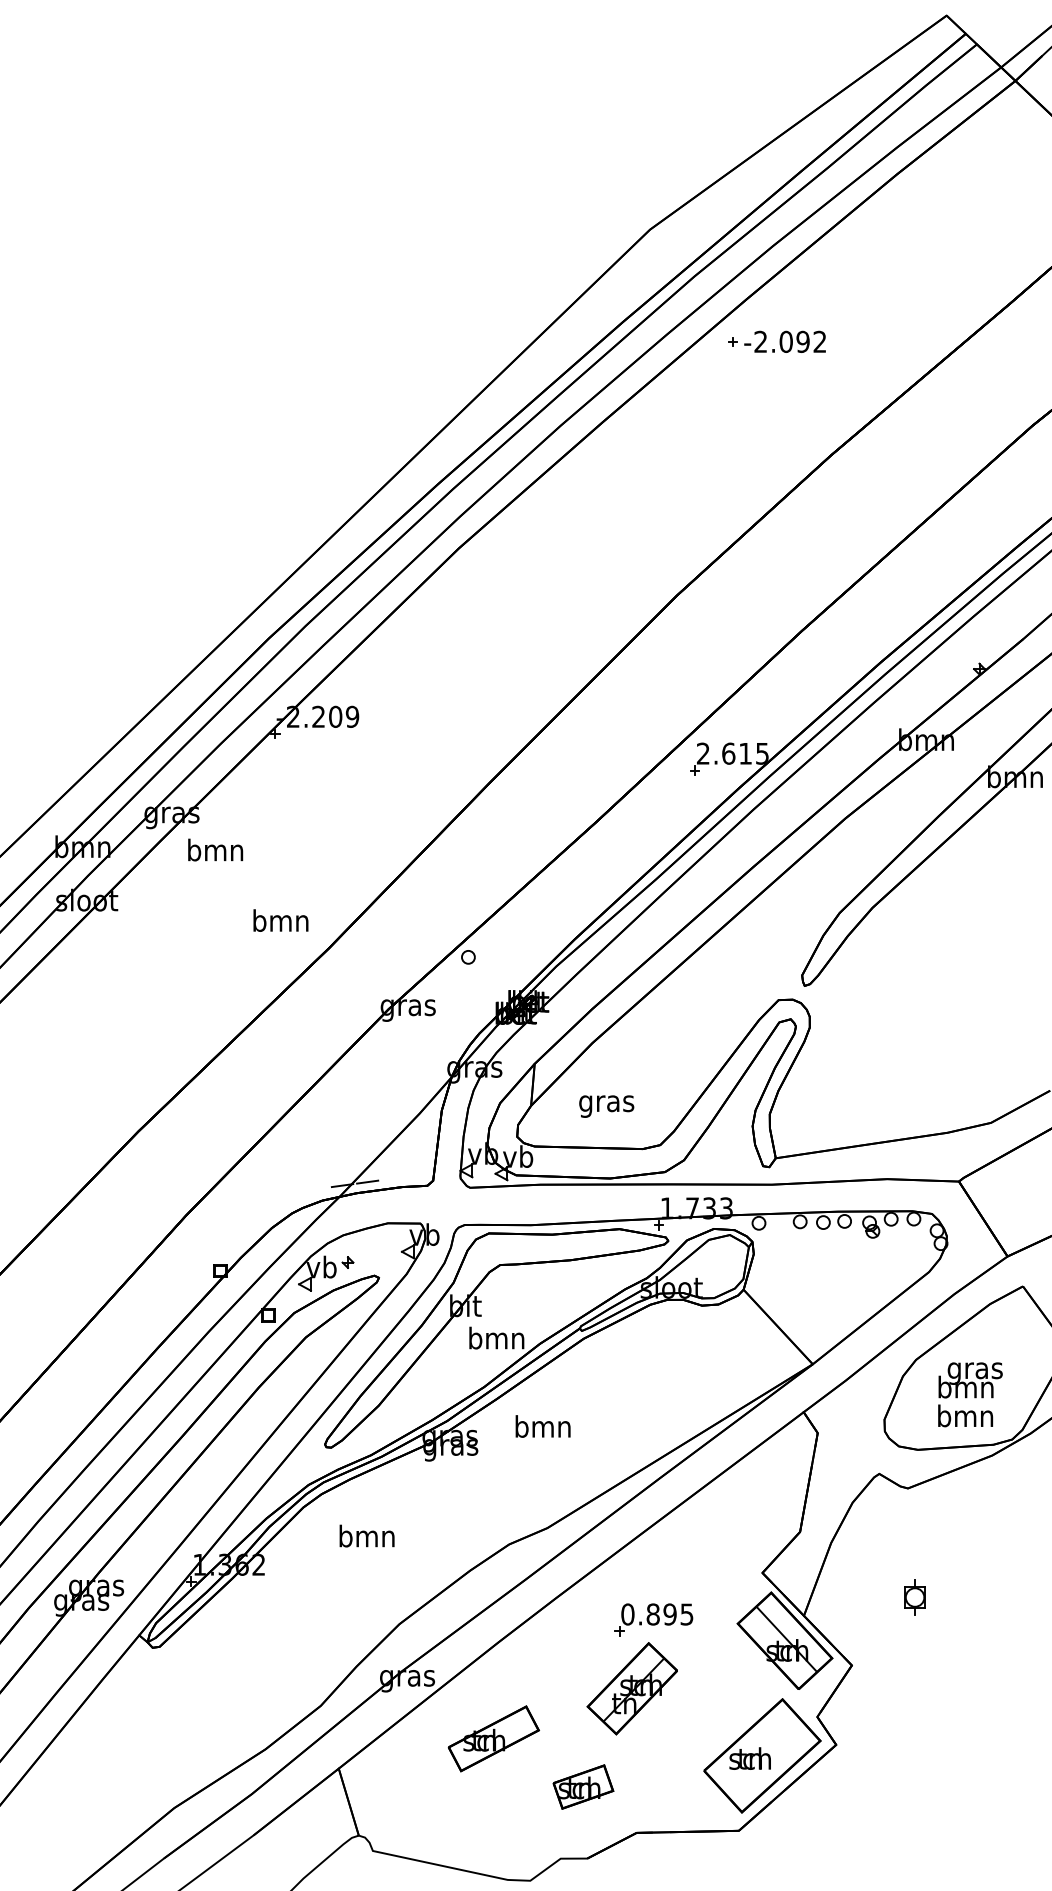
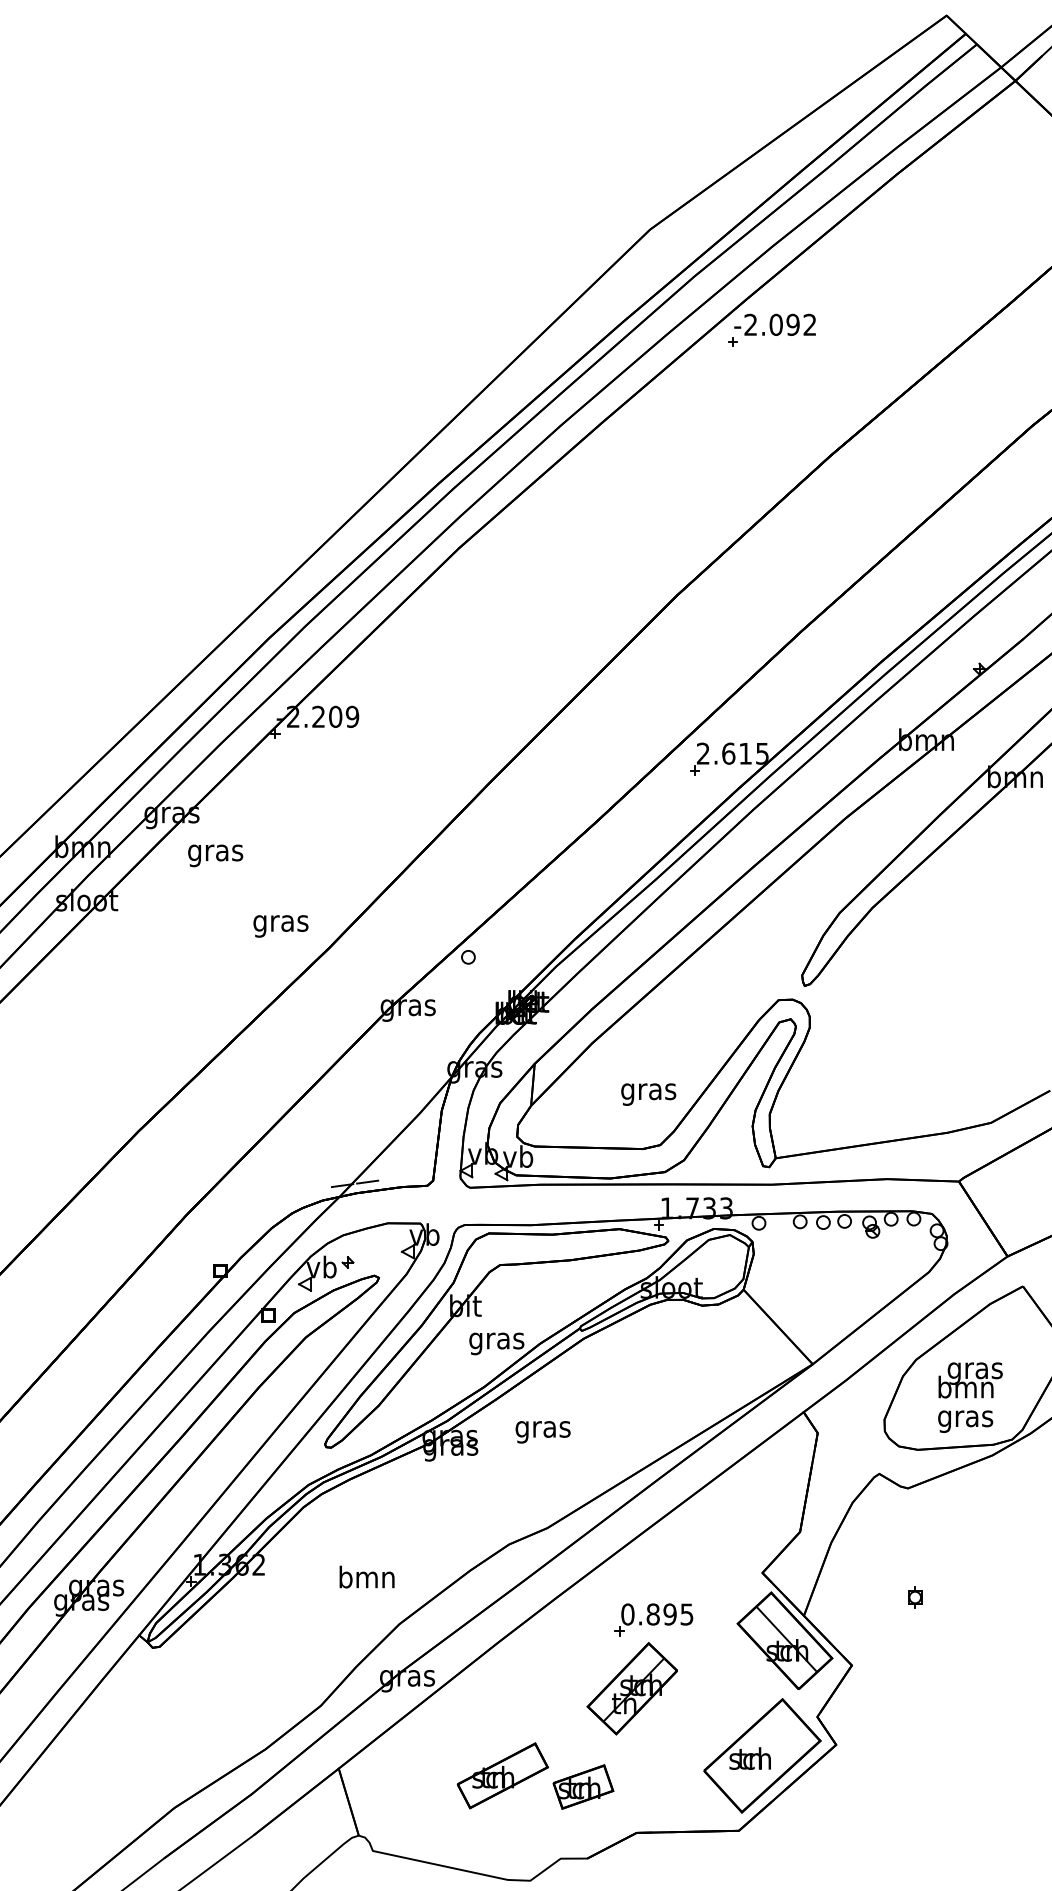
text at (784, 341) position: (784, 341) -> (774, 324)
text at (215, 852): bmn -> gras
text at (280, 923): bmn -> gras
text at (606, 1106) position: (606, 1106) -> (648, 1094)
text at (496, 1340): bmn -> gras
text at (965, 1418): bmn -> gras
text at (542, 1429): bmn -> gras
text at (366, 1535) position: (366, 1535) -> (366, 1576)
part at (914, 1597) size: 22x37 px -> 15x23 px
part at (493, 1738) position: (493, 1738) -> (502, 1775)
